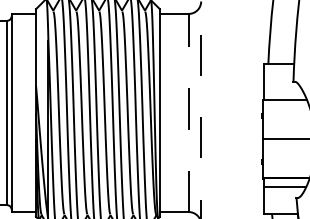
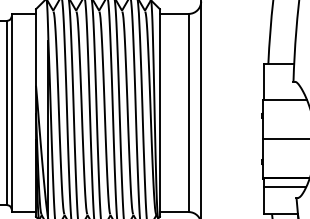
line at (201, 109): dashed -> solid
line at (188, 112): dashed -> solid
